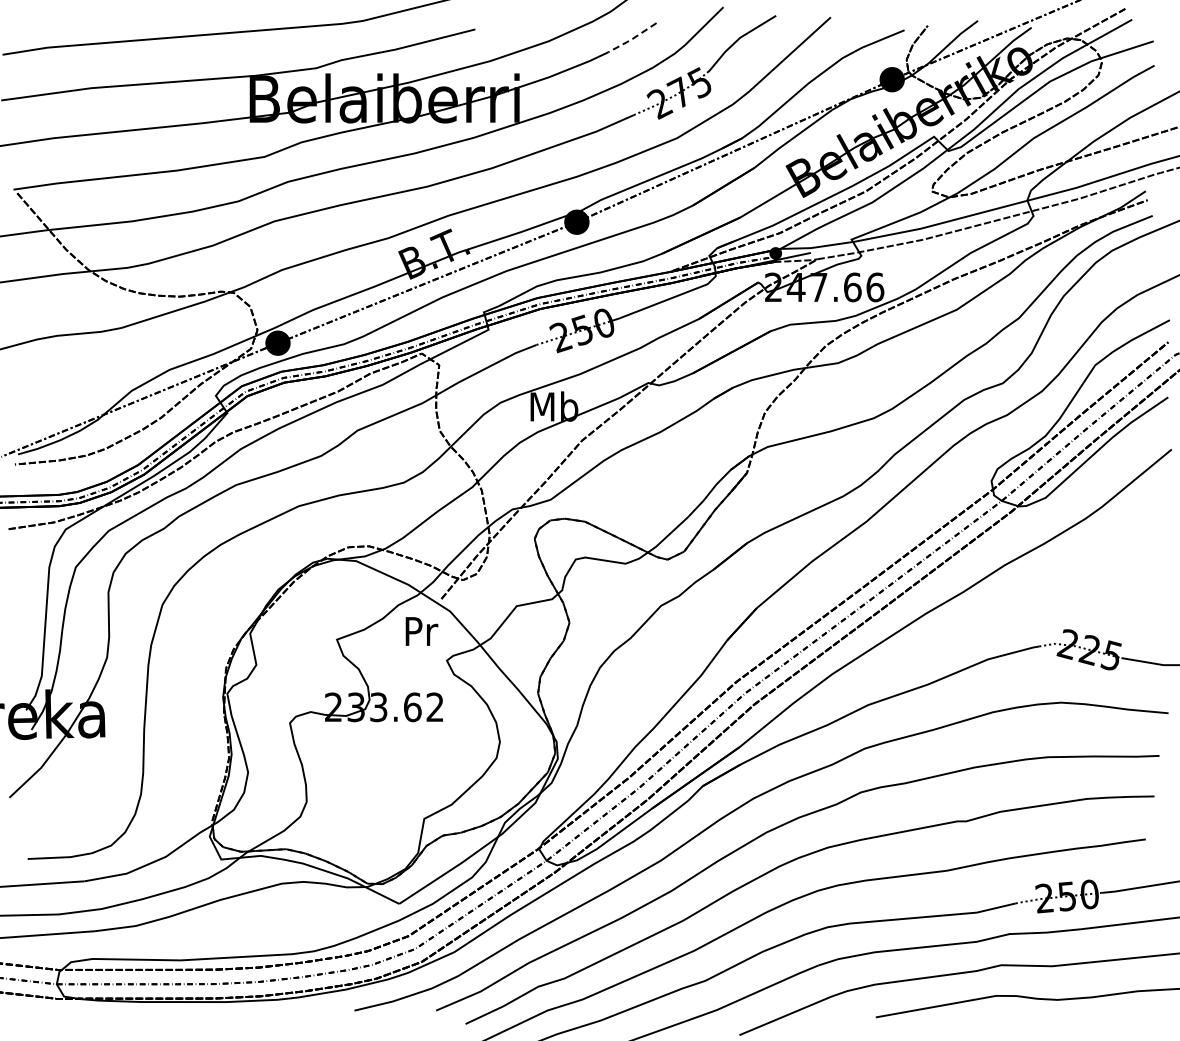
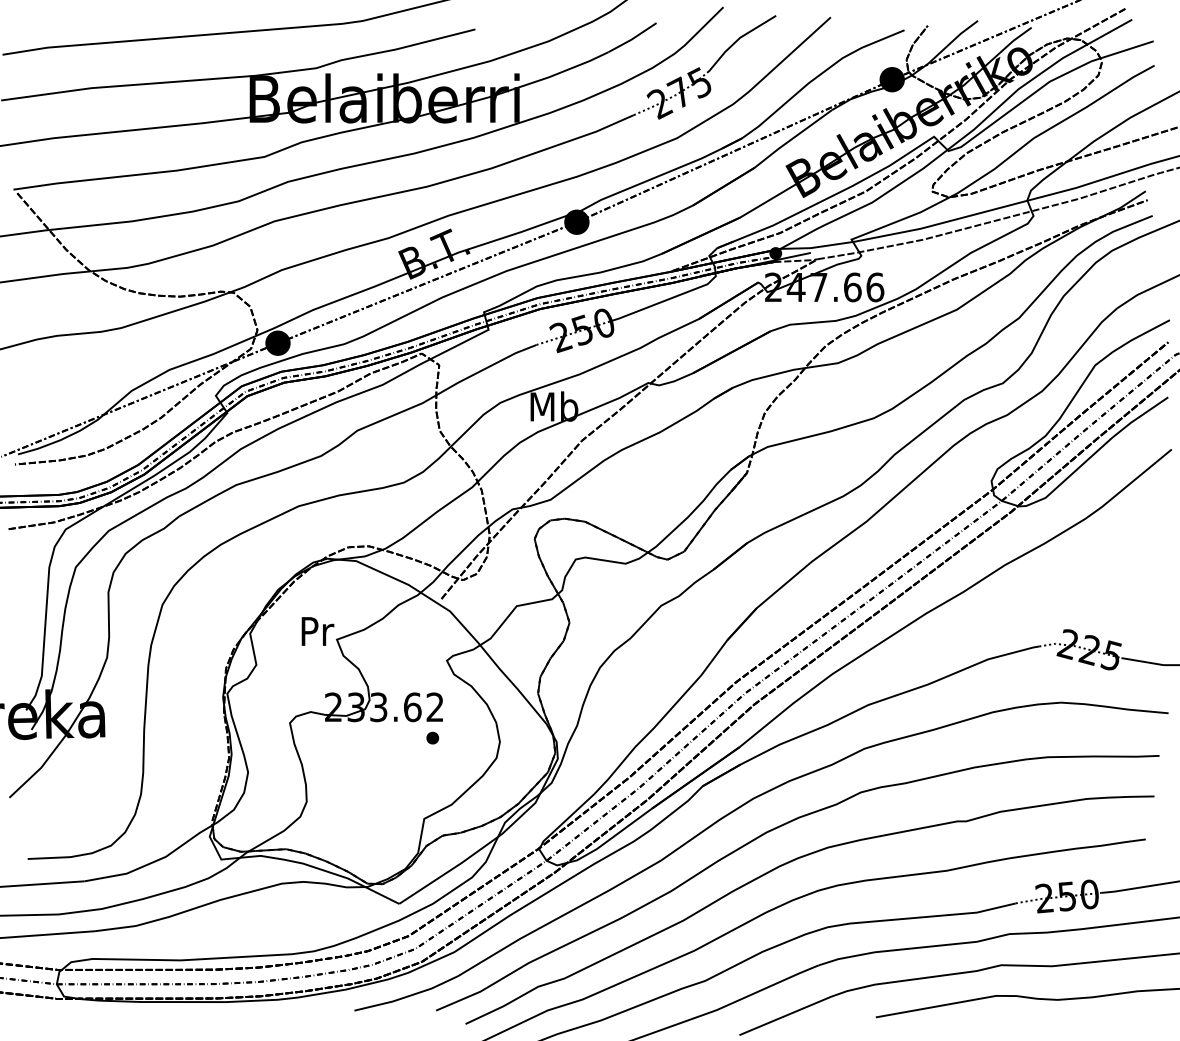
line at (632, 39): dashed -> solid
text at (421, 631) position: (421, 631) -> (317, 631)
part at (432, 737): none -> present
